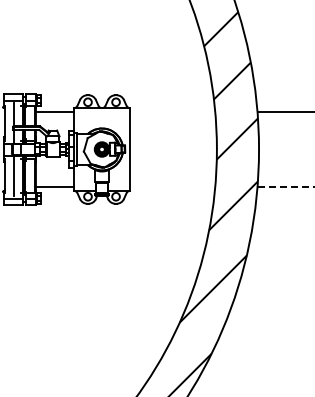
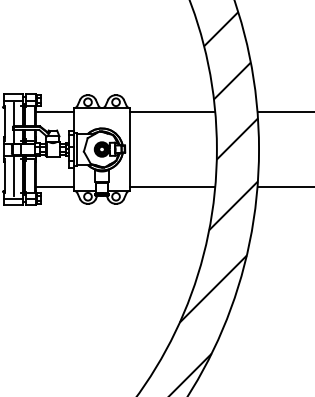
line at (172, 112): none -> present
line at (172, 186): none -> present
line at (286, 186): dashed -> solid
